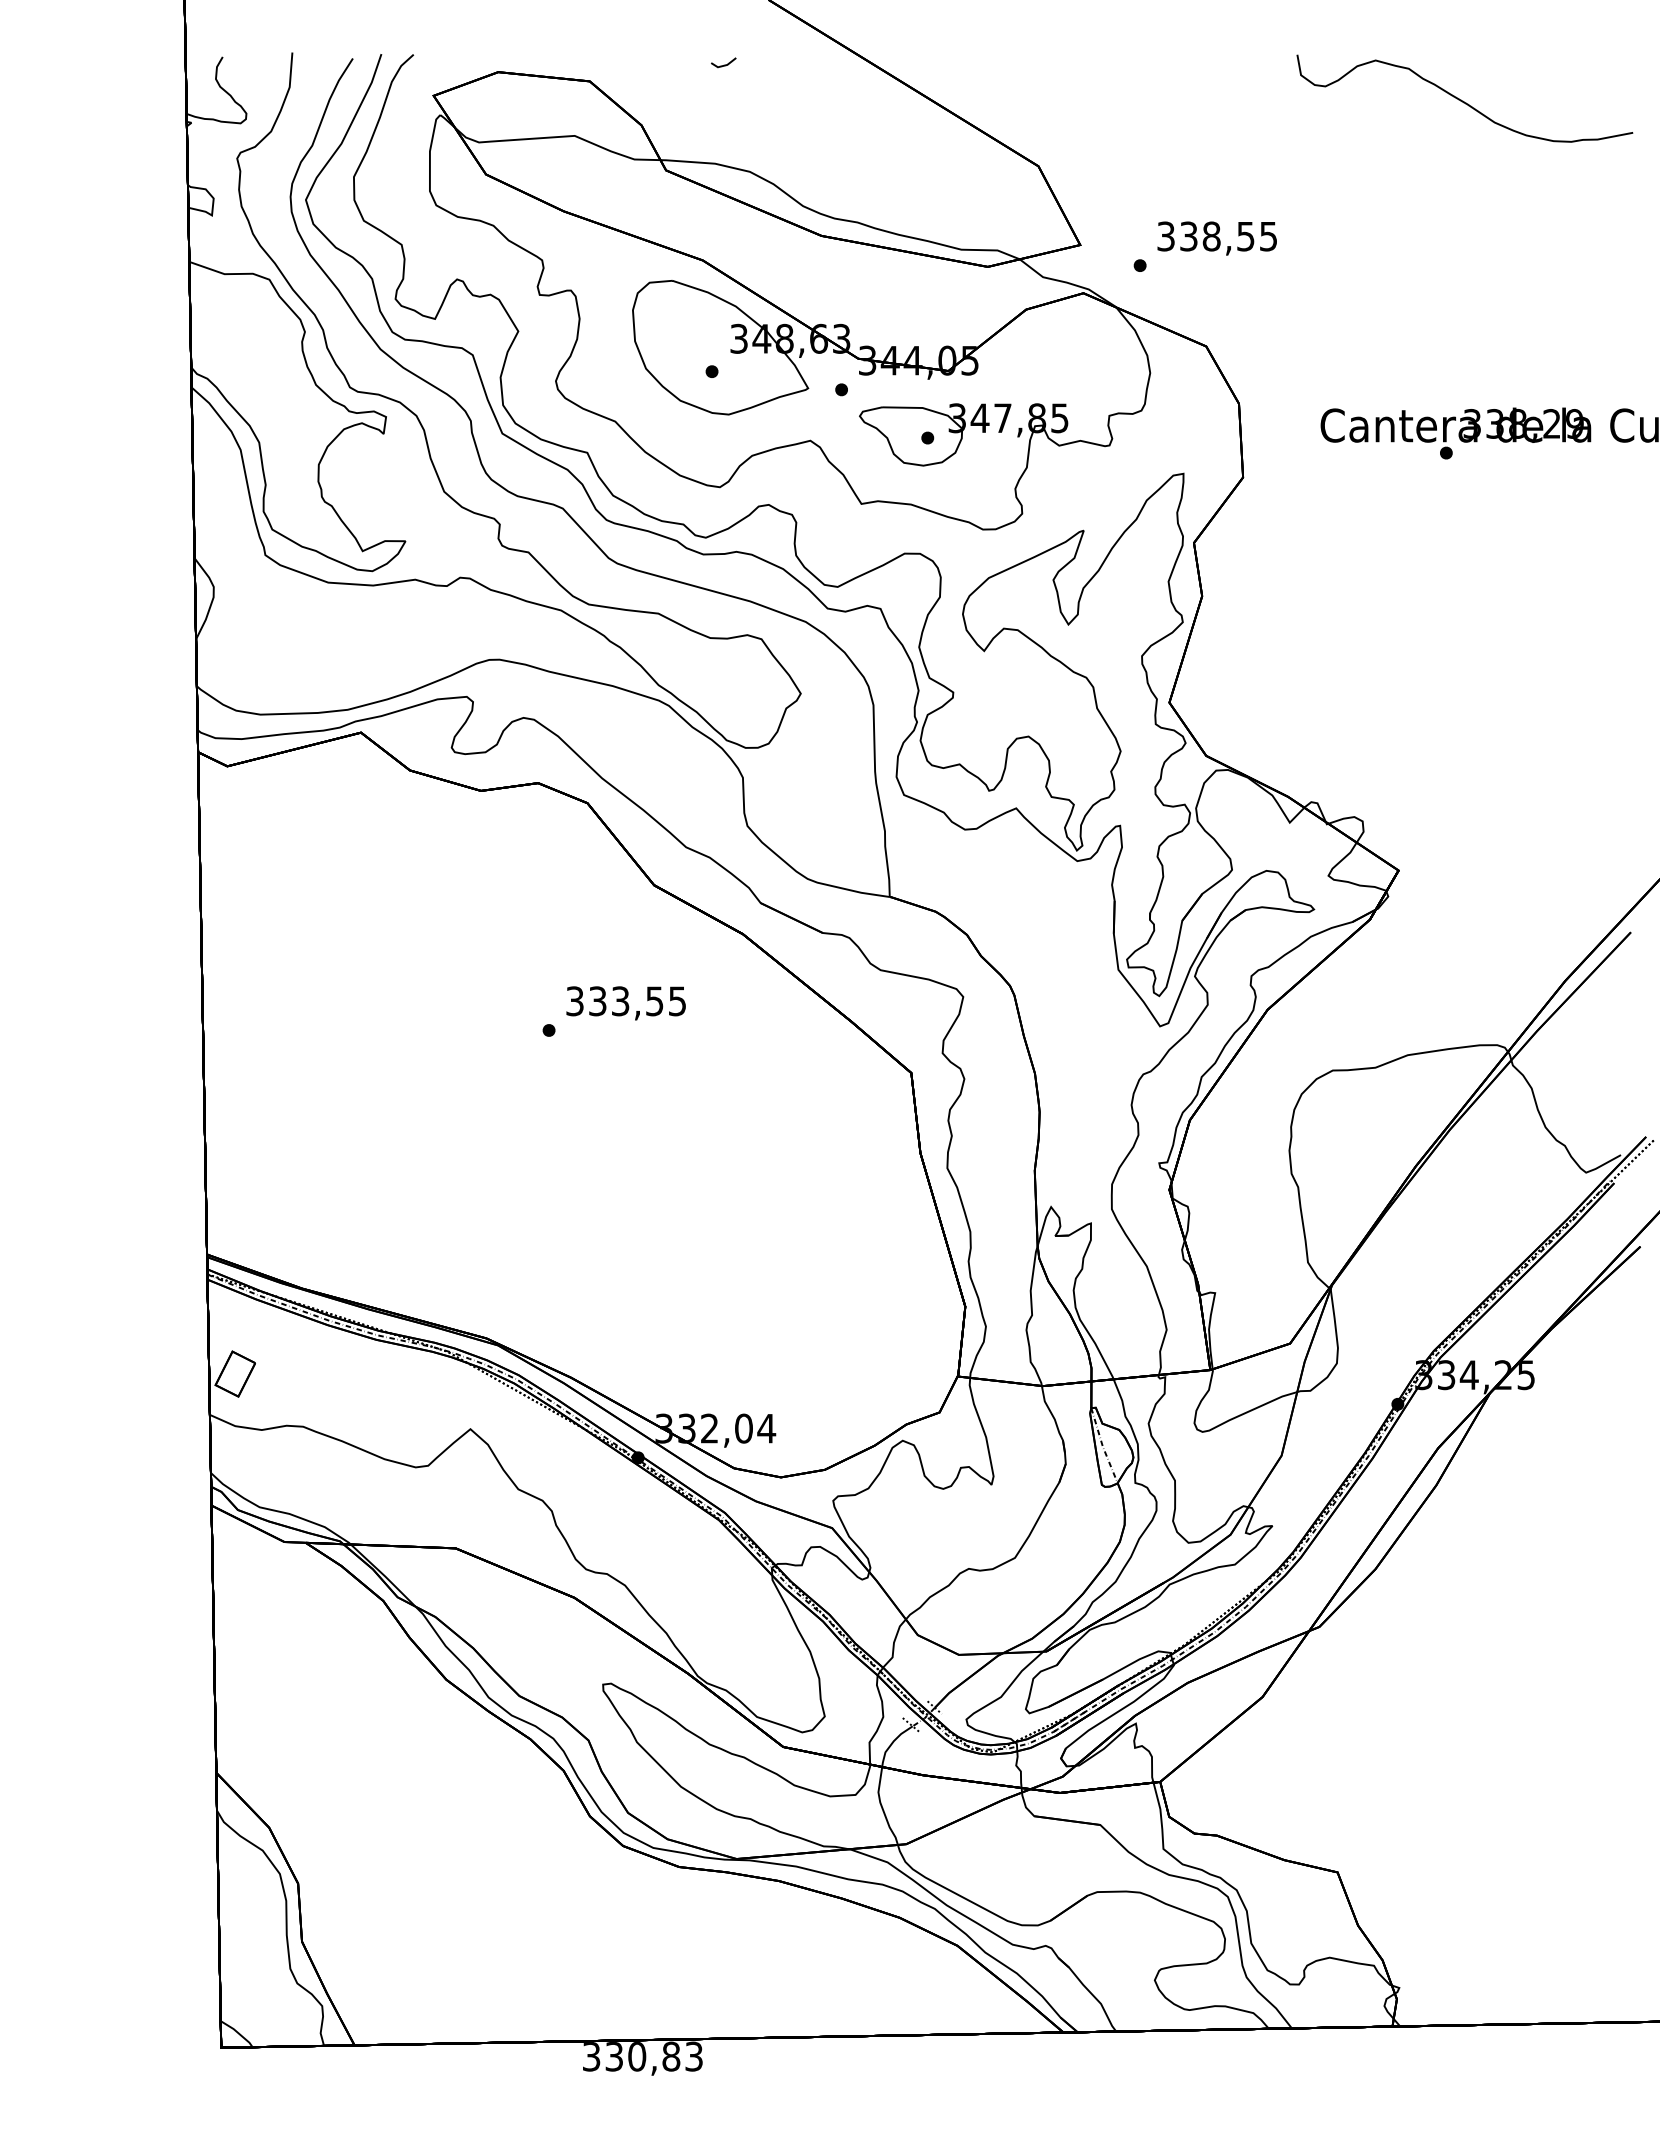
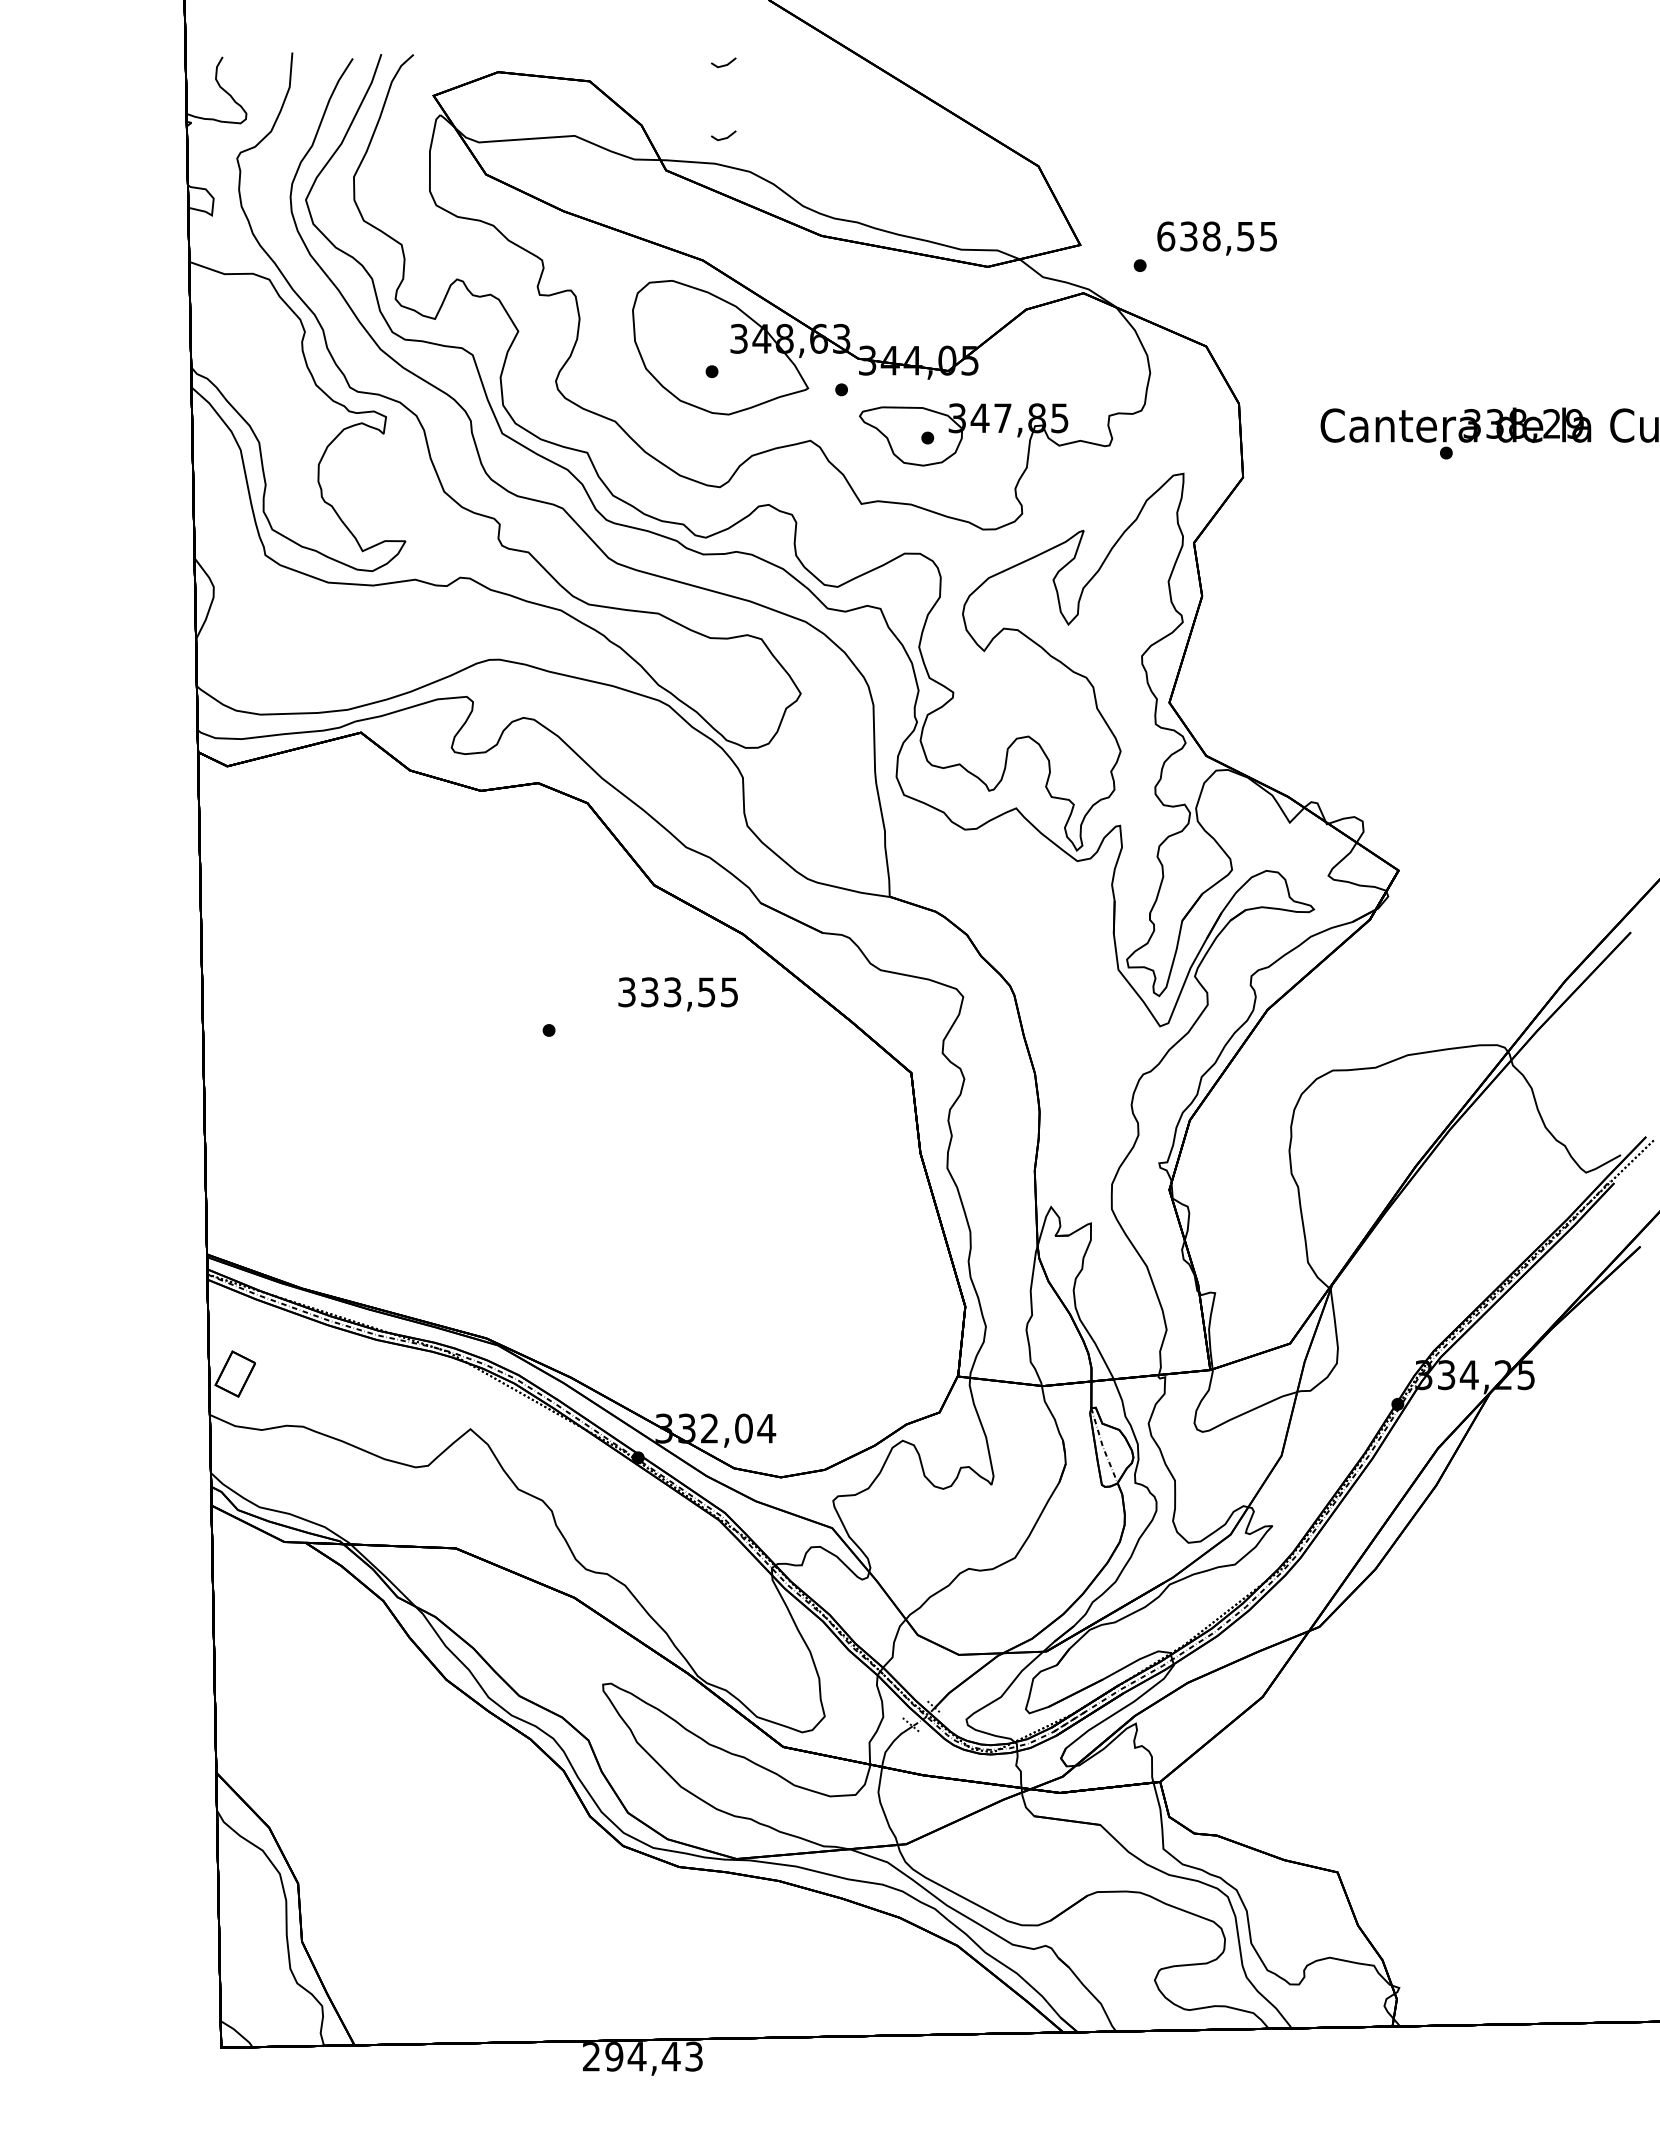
curve at (1462, 100): present -> none
line at (724, 137): none -> present
text at (1166, 236): 338,55 -> 638,55
text at (625, 1003) position: (625, 1003) -> (677, 994)
text at (631, 2056): 330,83 -> 294,43
